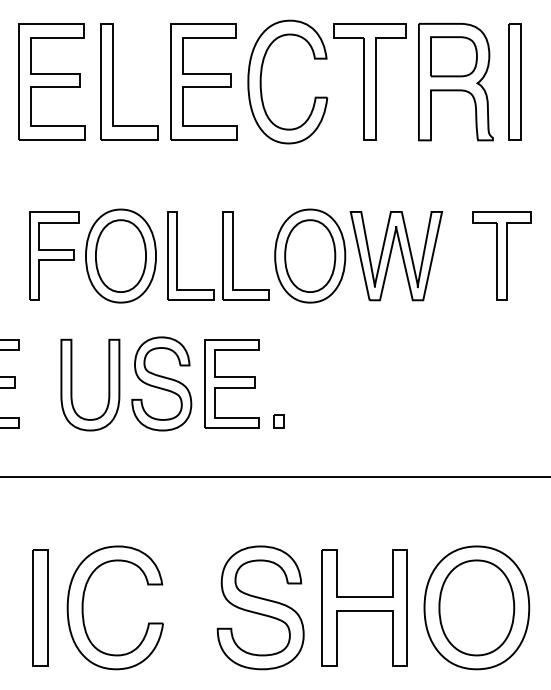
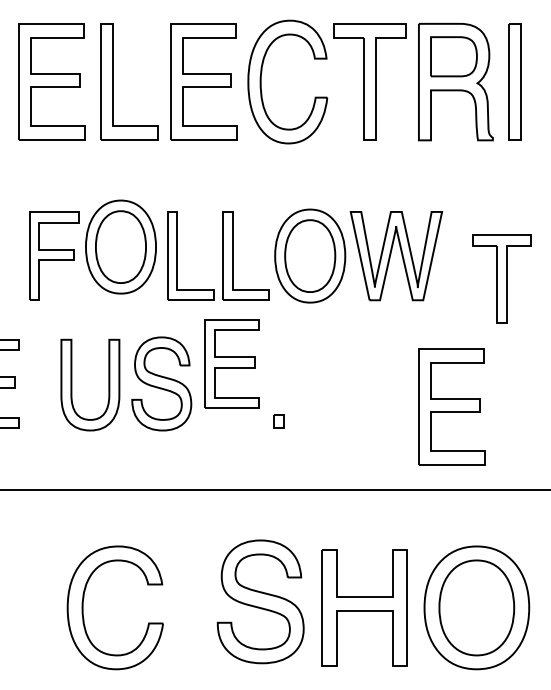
part at (120, 255) position: (120, 255) -> (120, 246)
part at (501, 255) position: (501, 255) -> (501, 278)
part at (231, 383) position: (231, 383) -> (231, 363)
part at (451, 406): none -> present
line at (274, 476) position: (274, 476) -> (274, 489)
part at (40, 607): present -> none
part at (260, 607) position: (260, 607) -> (260, 601)
